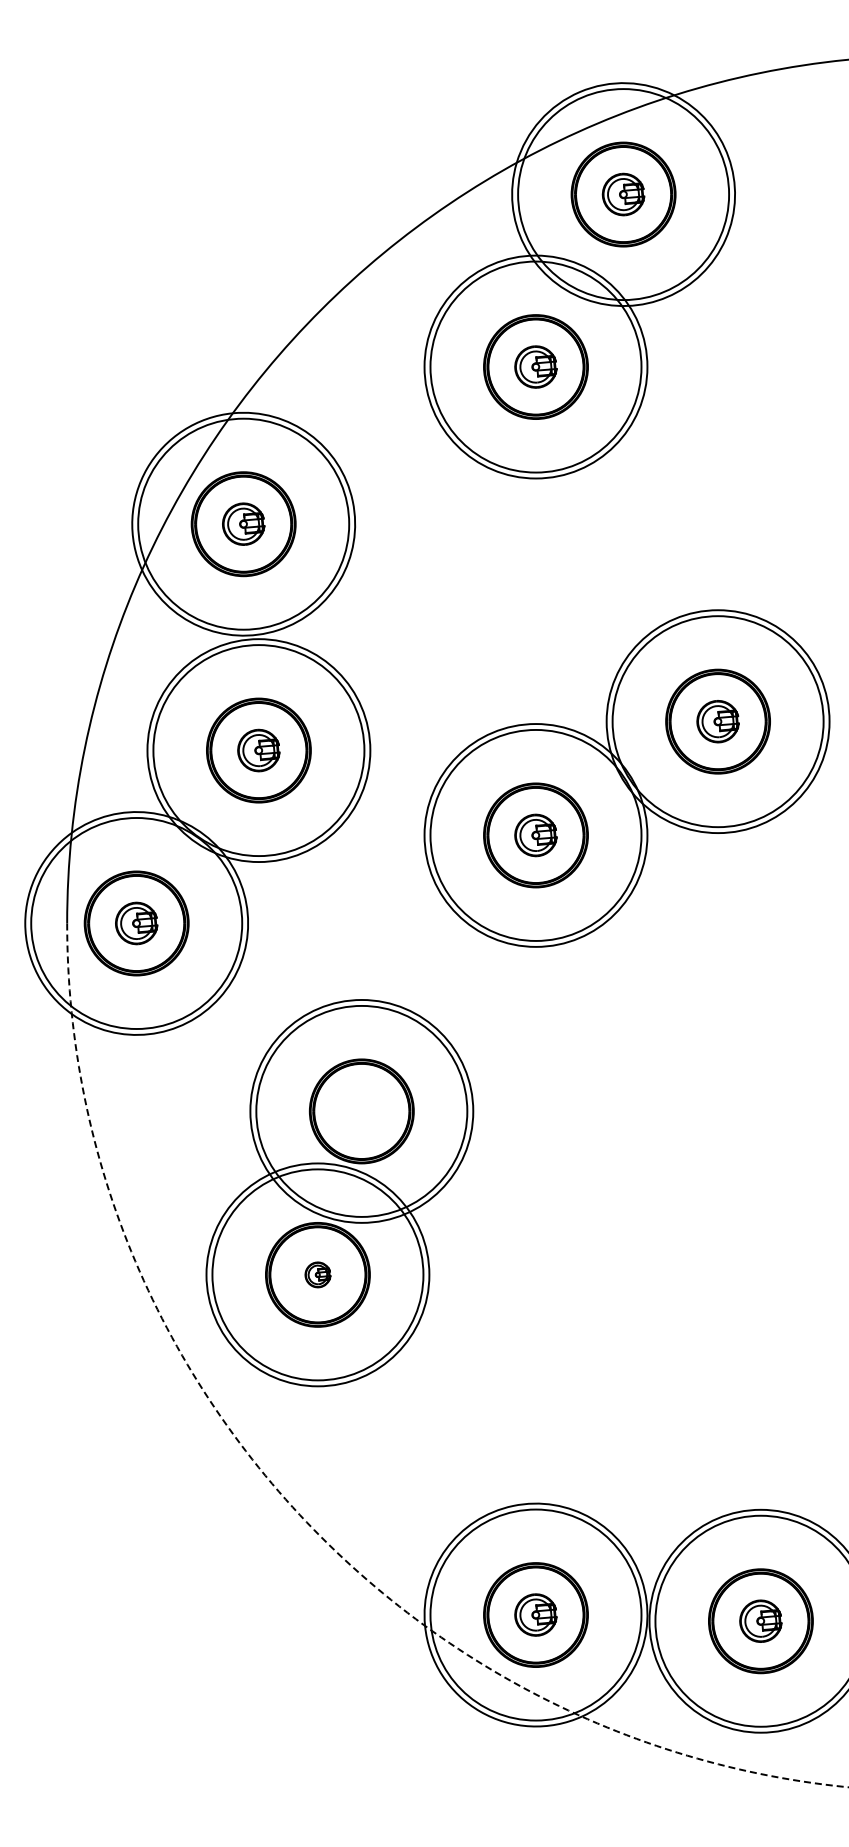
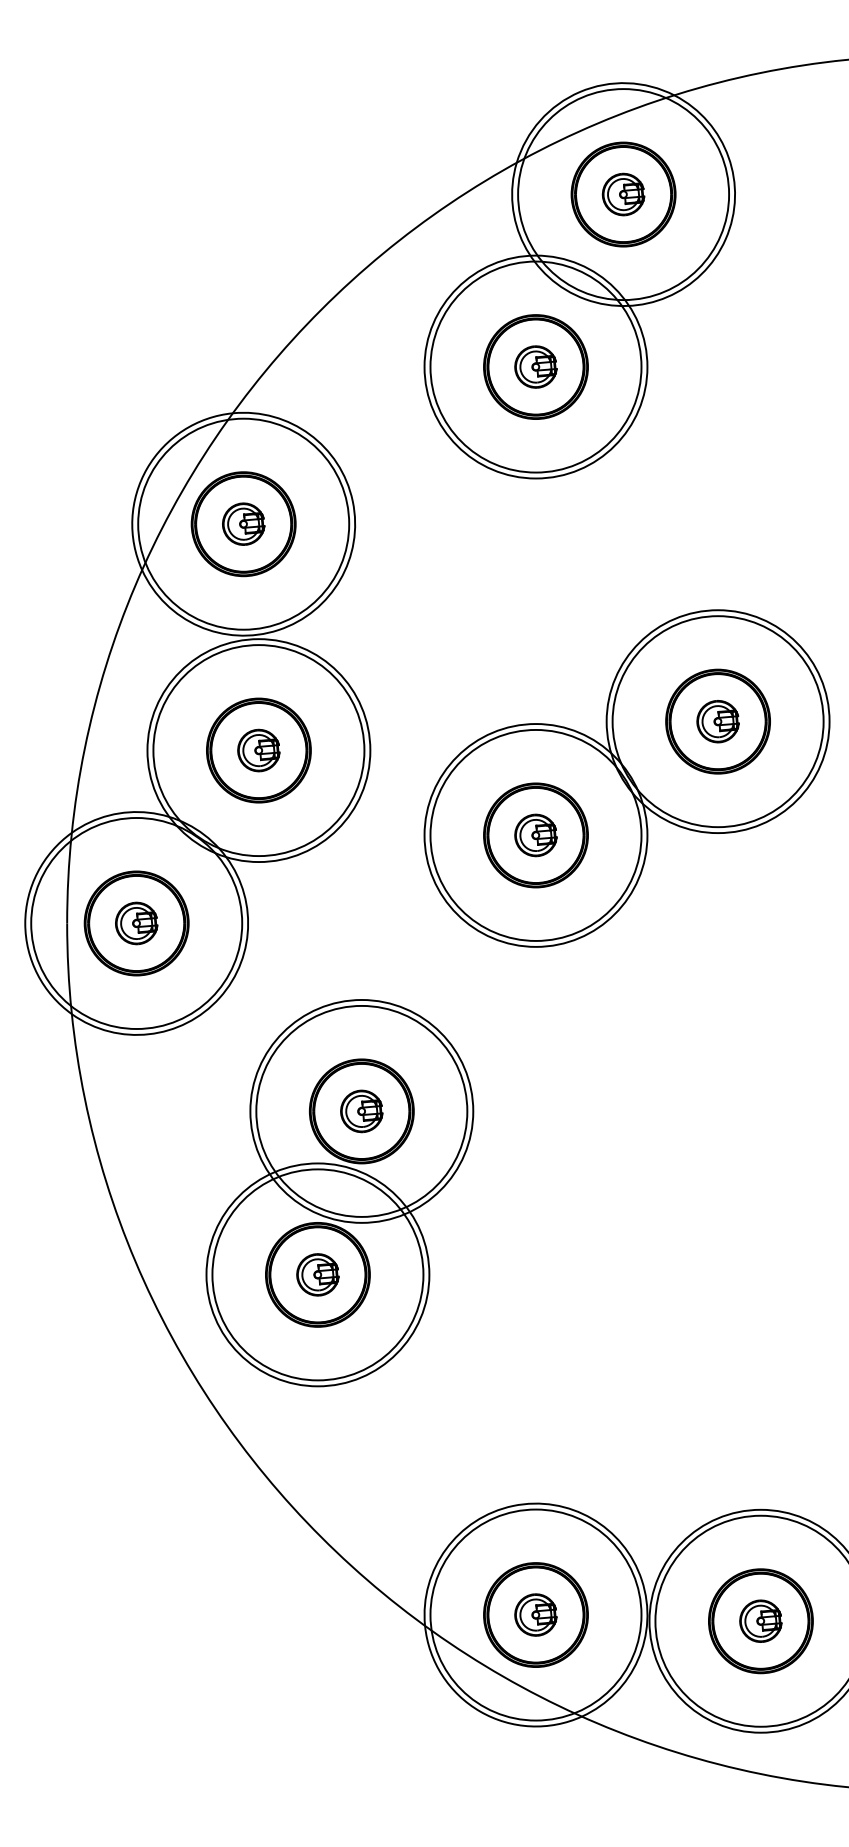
part at (361, 1111): none -> present
part at (317, 1274) size: 28x28 px -> 44x44 px
arc at (291, 1505): dashed -> solid
